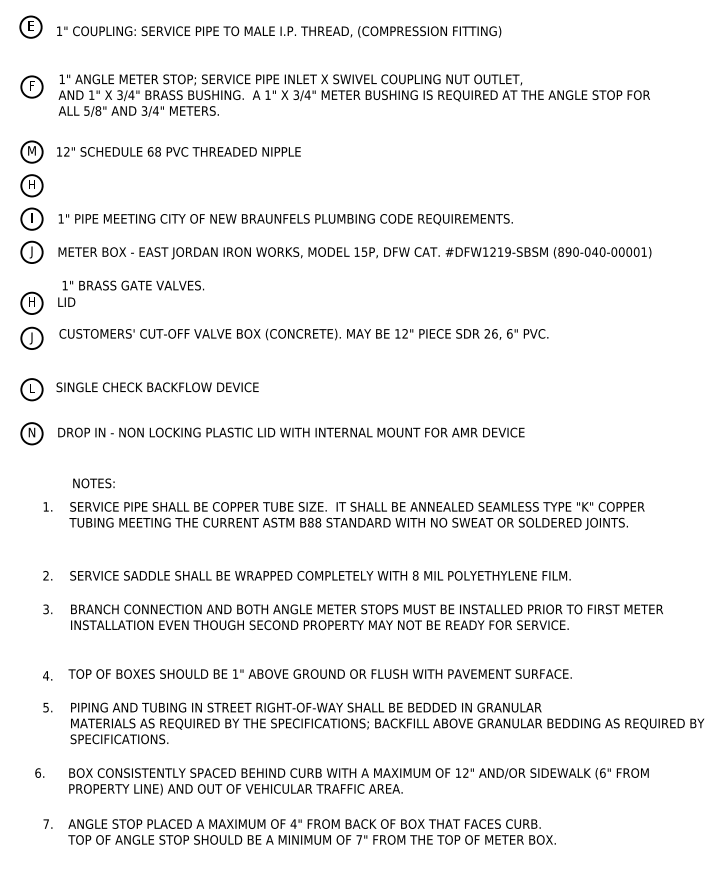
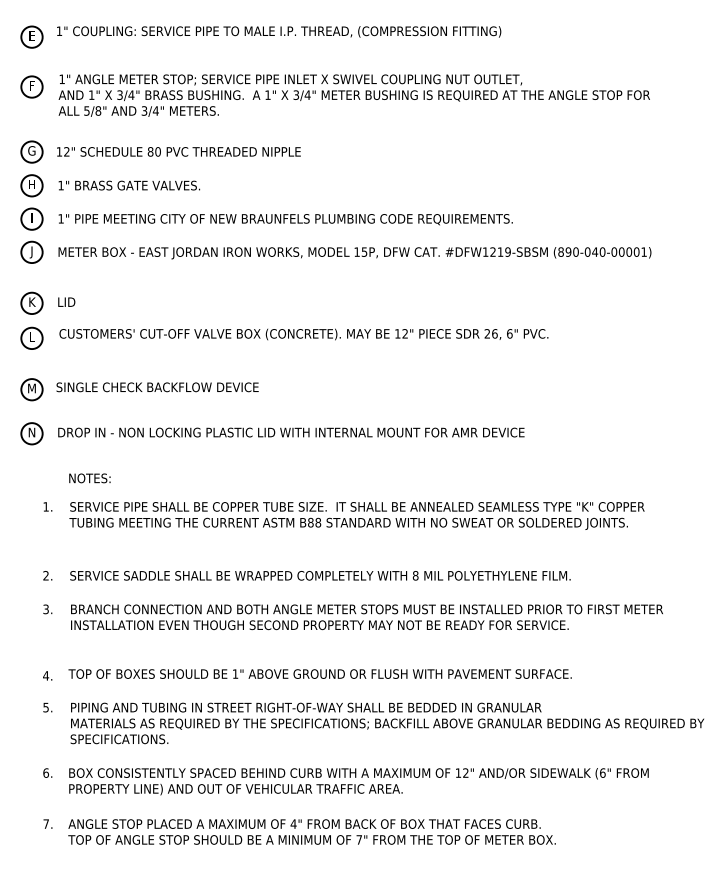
part at (30, 26) position: (30, 26) -> (31, 36)
text at (31, 150): M -> G
text at (153, 151): 68 -> 80
text at (133, 285) position: (133, 285) -> (129, 185)
text at (32, 301): H -> K
text at (31, 338): J -> L
text at (31, 388): L -> M
text at (93, 483) position: (93, 483) -> (89, 478)
text at (39, 772) position: (39, 772) -> (47, 772)
